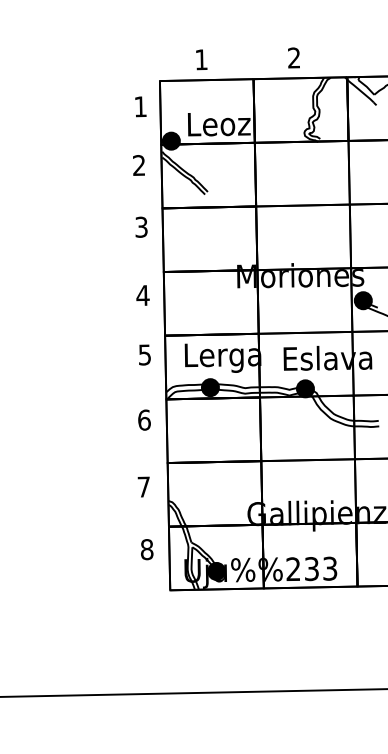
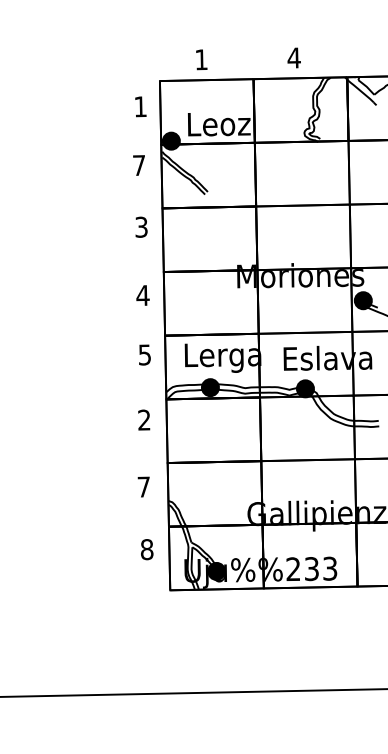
text at (293, 57): 2 -> 4
text at (138, 165): 2 -> 7
text at (144, 419): 6 -> 2
